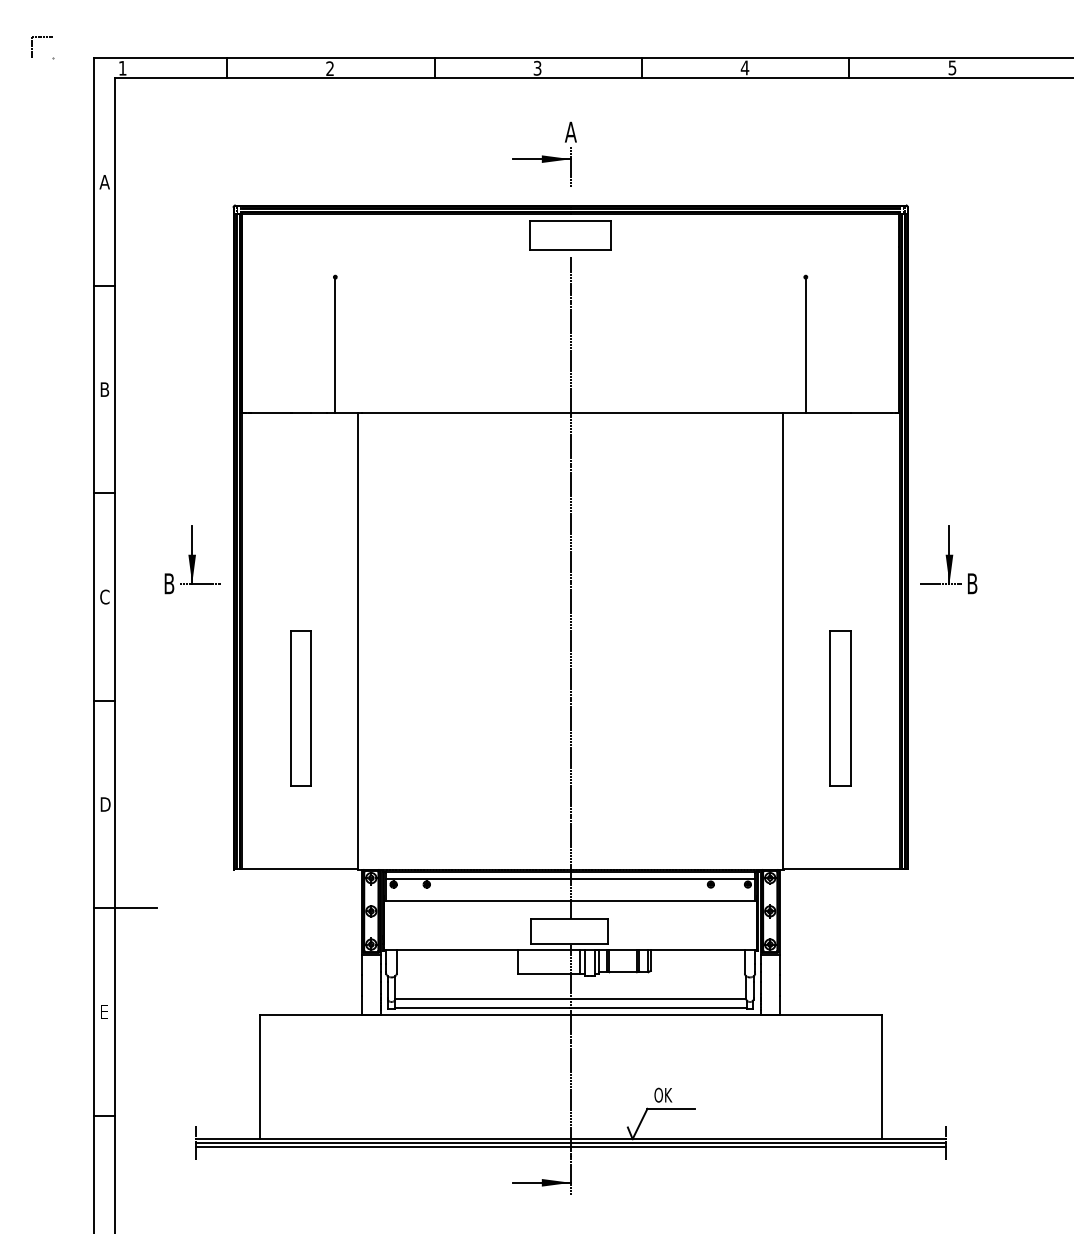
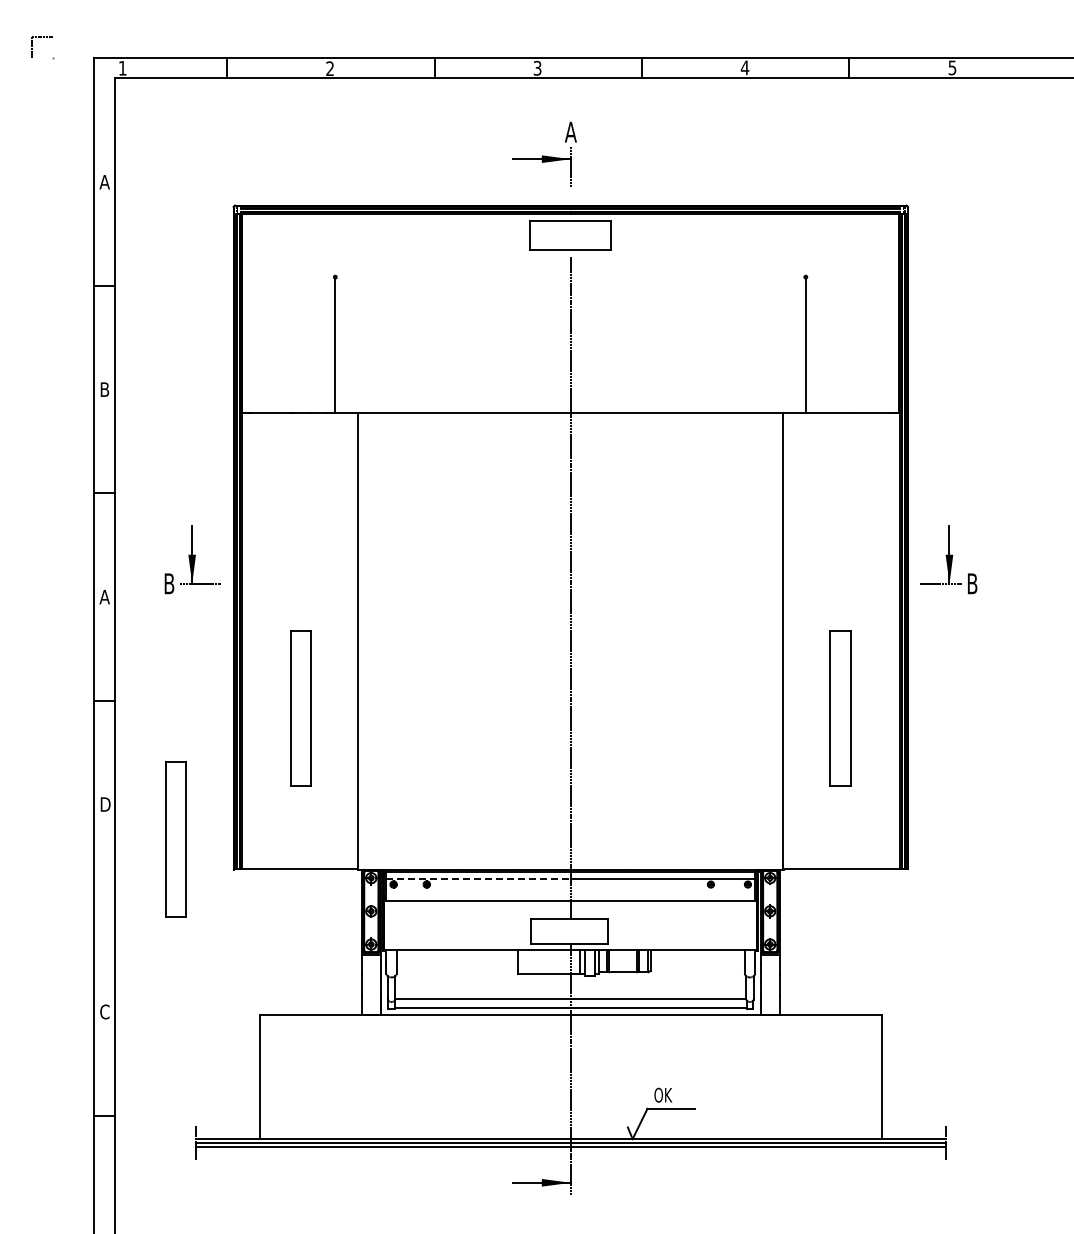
text at (104, 596): C -> A
part at (175, 839): none -> present
line at (479, 878): solid -> dashed
line at (125, 908): present -> none
text at (104, 1011): E -> C
